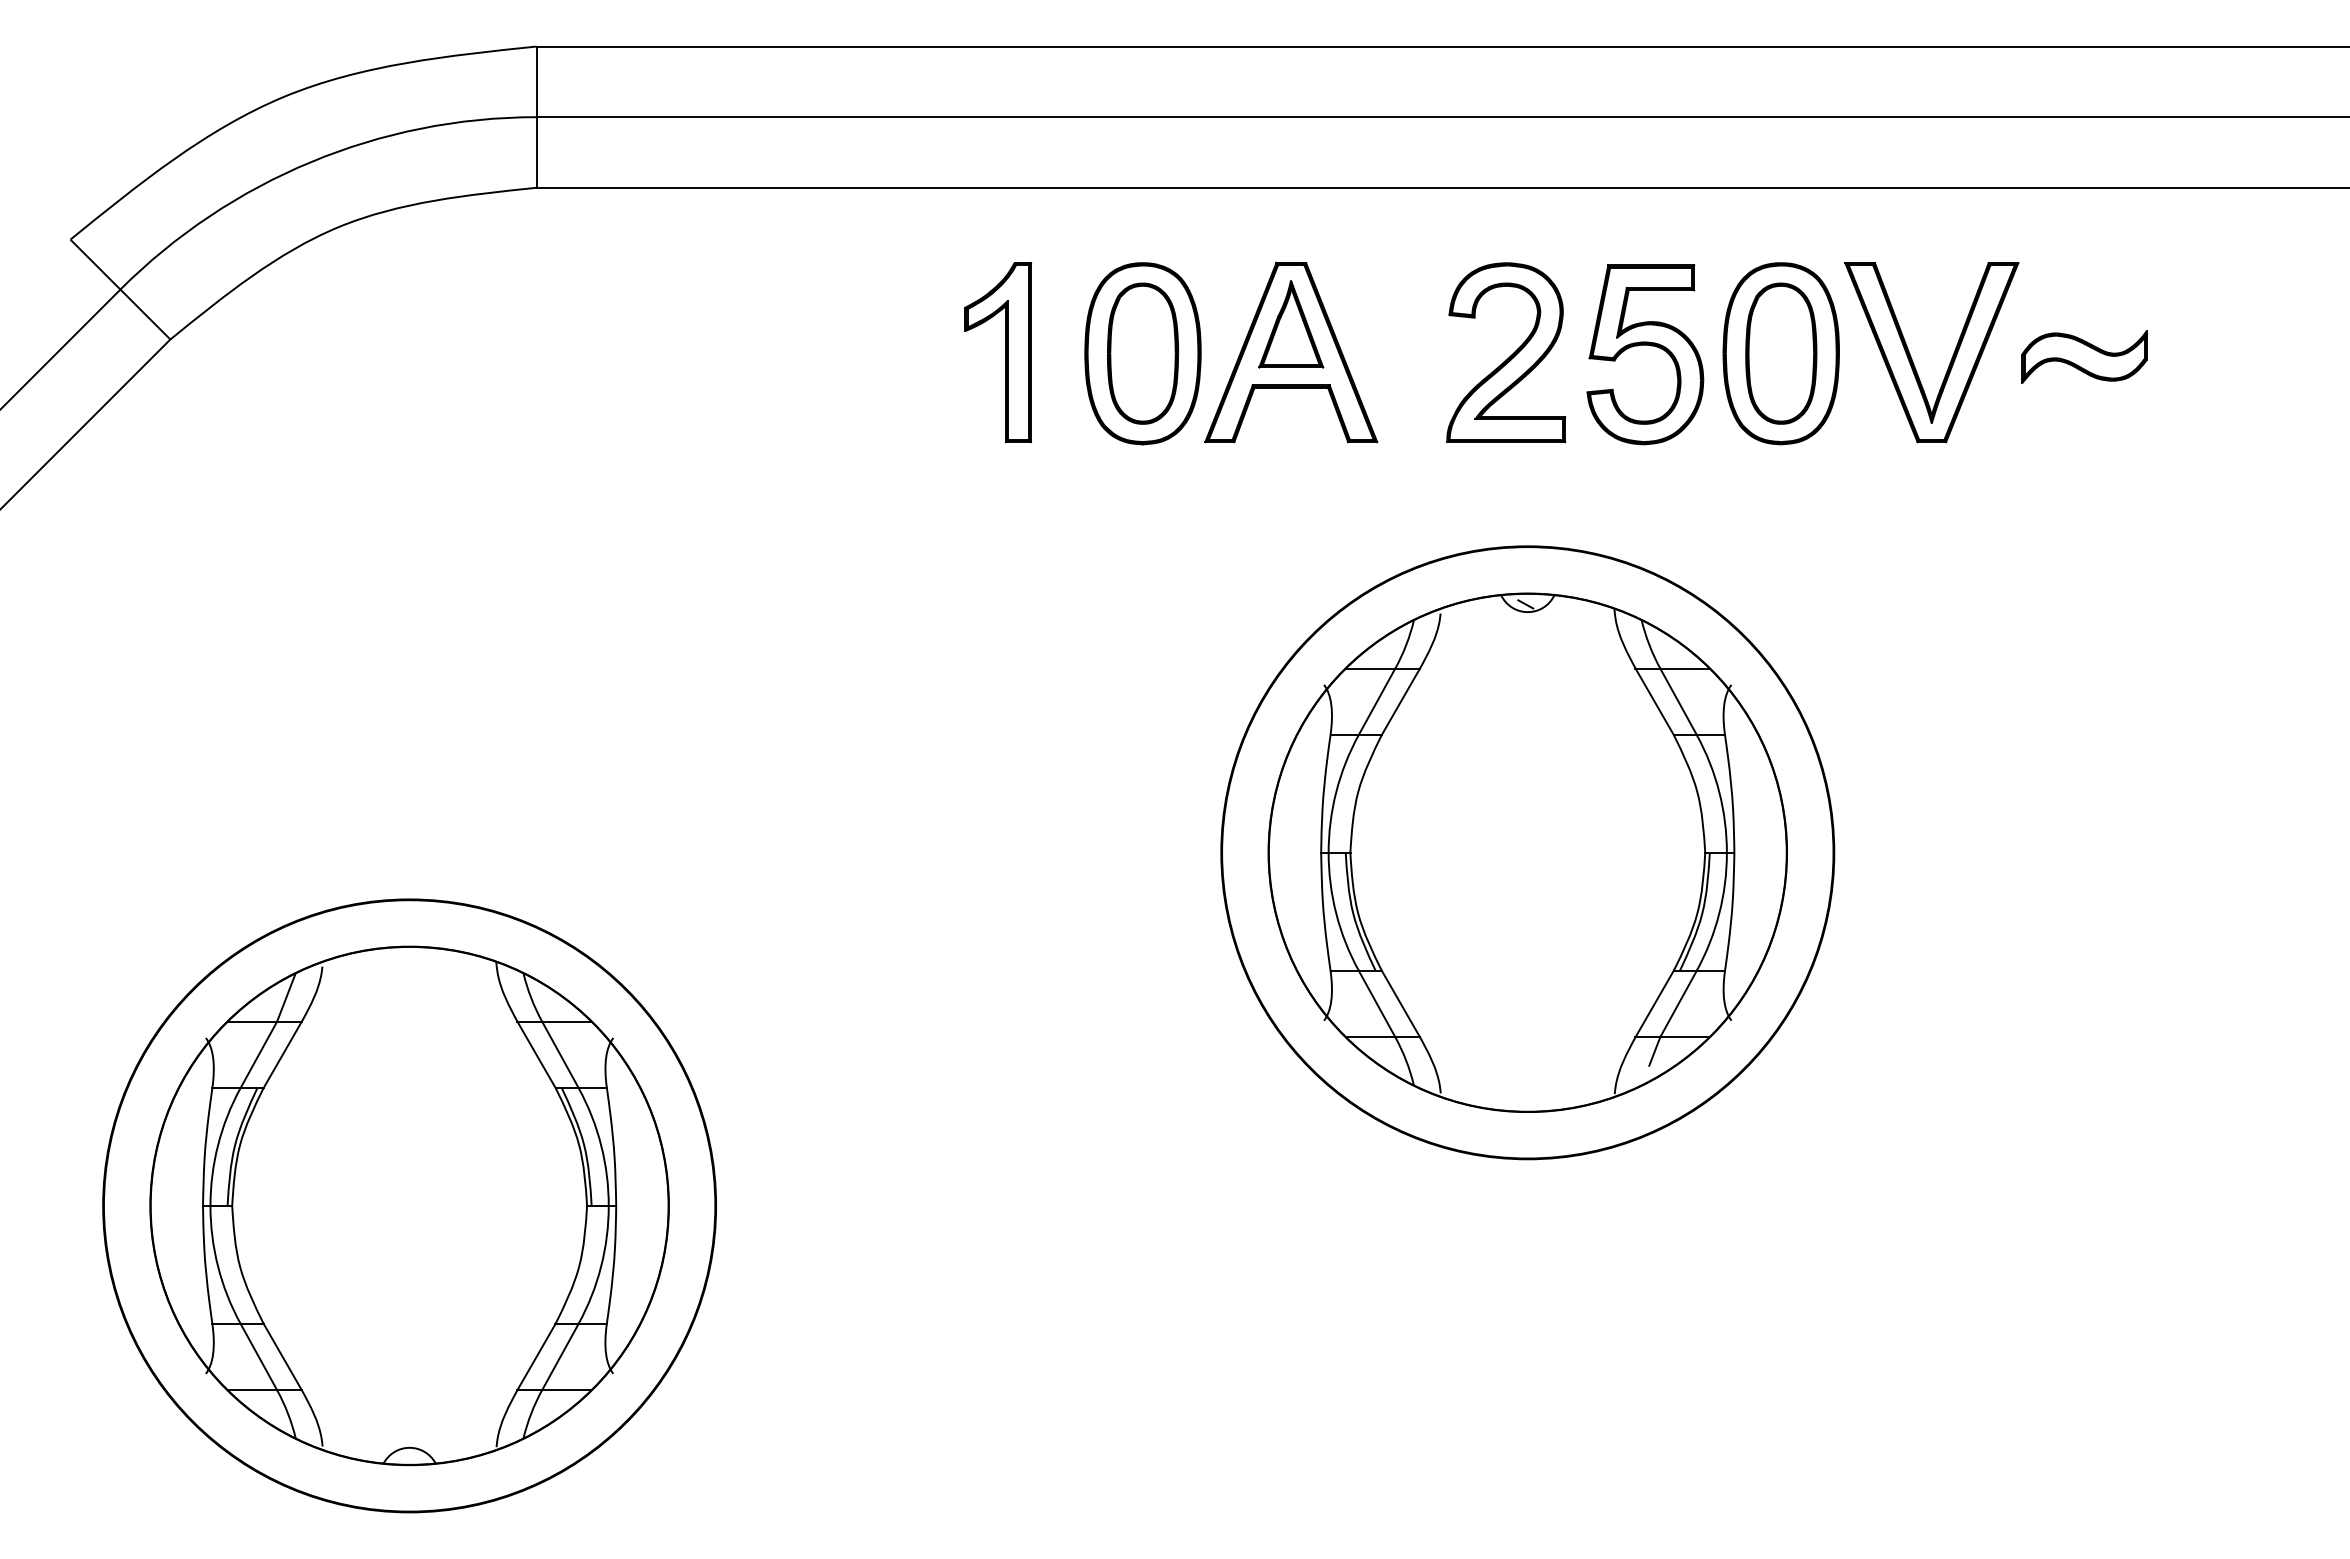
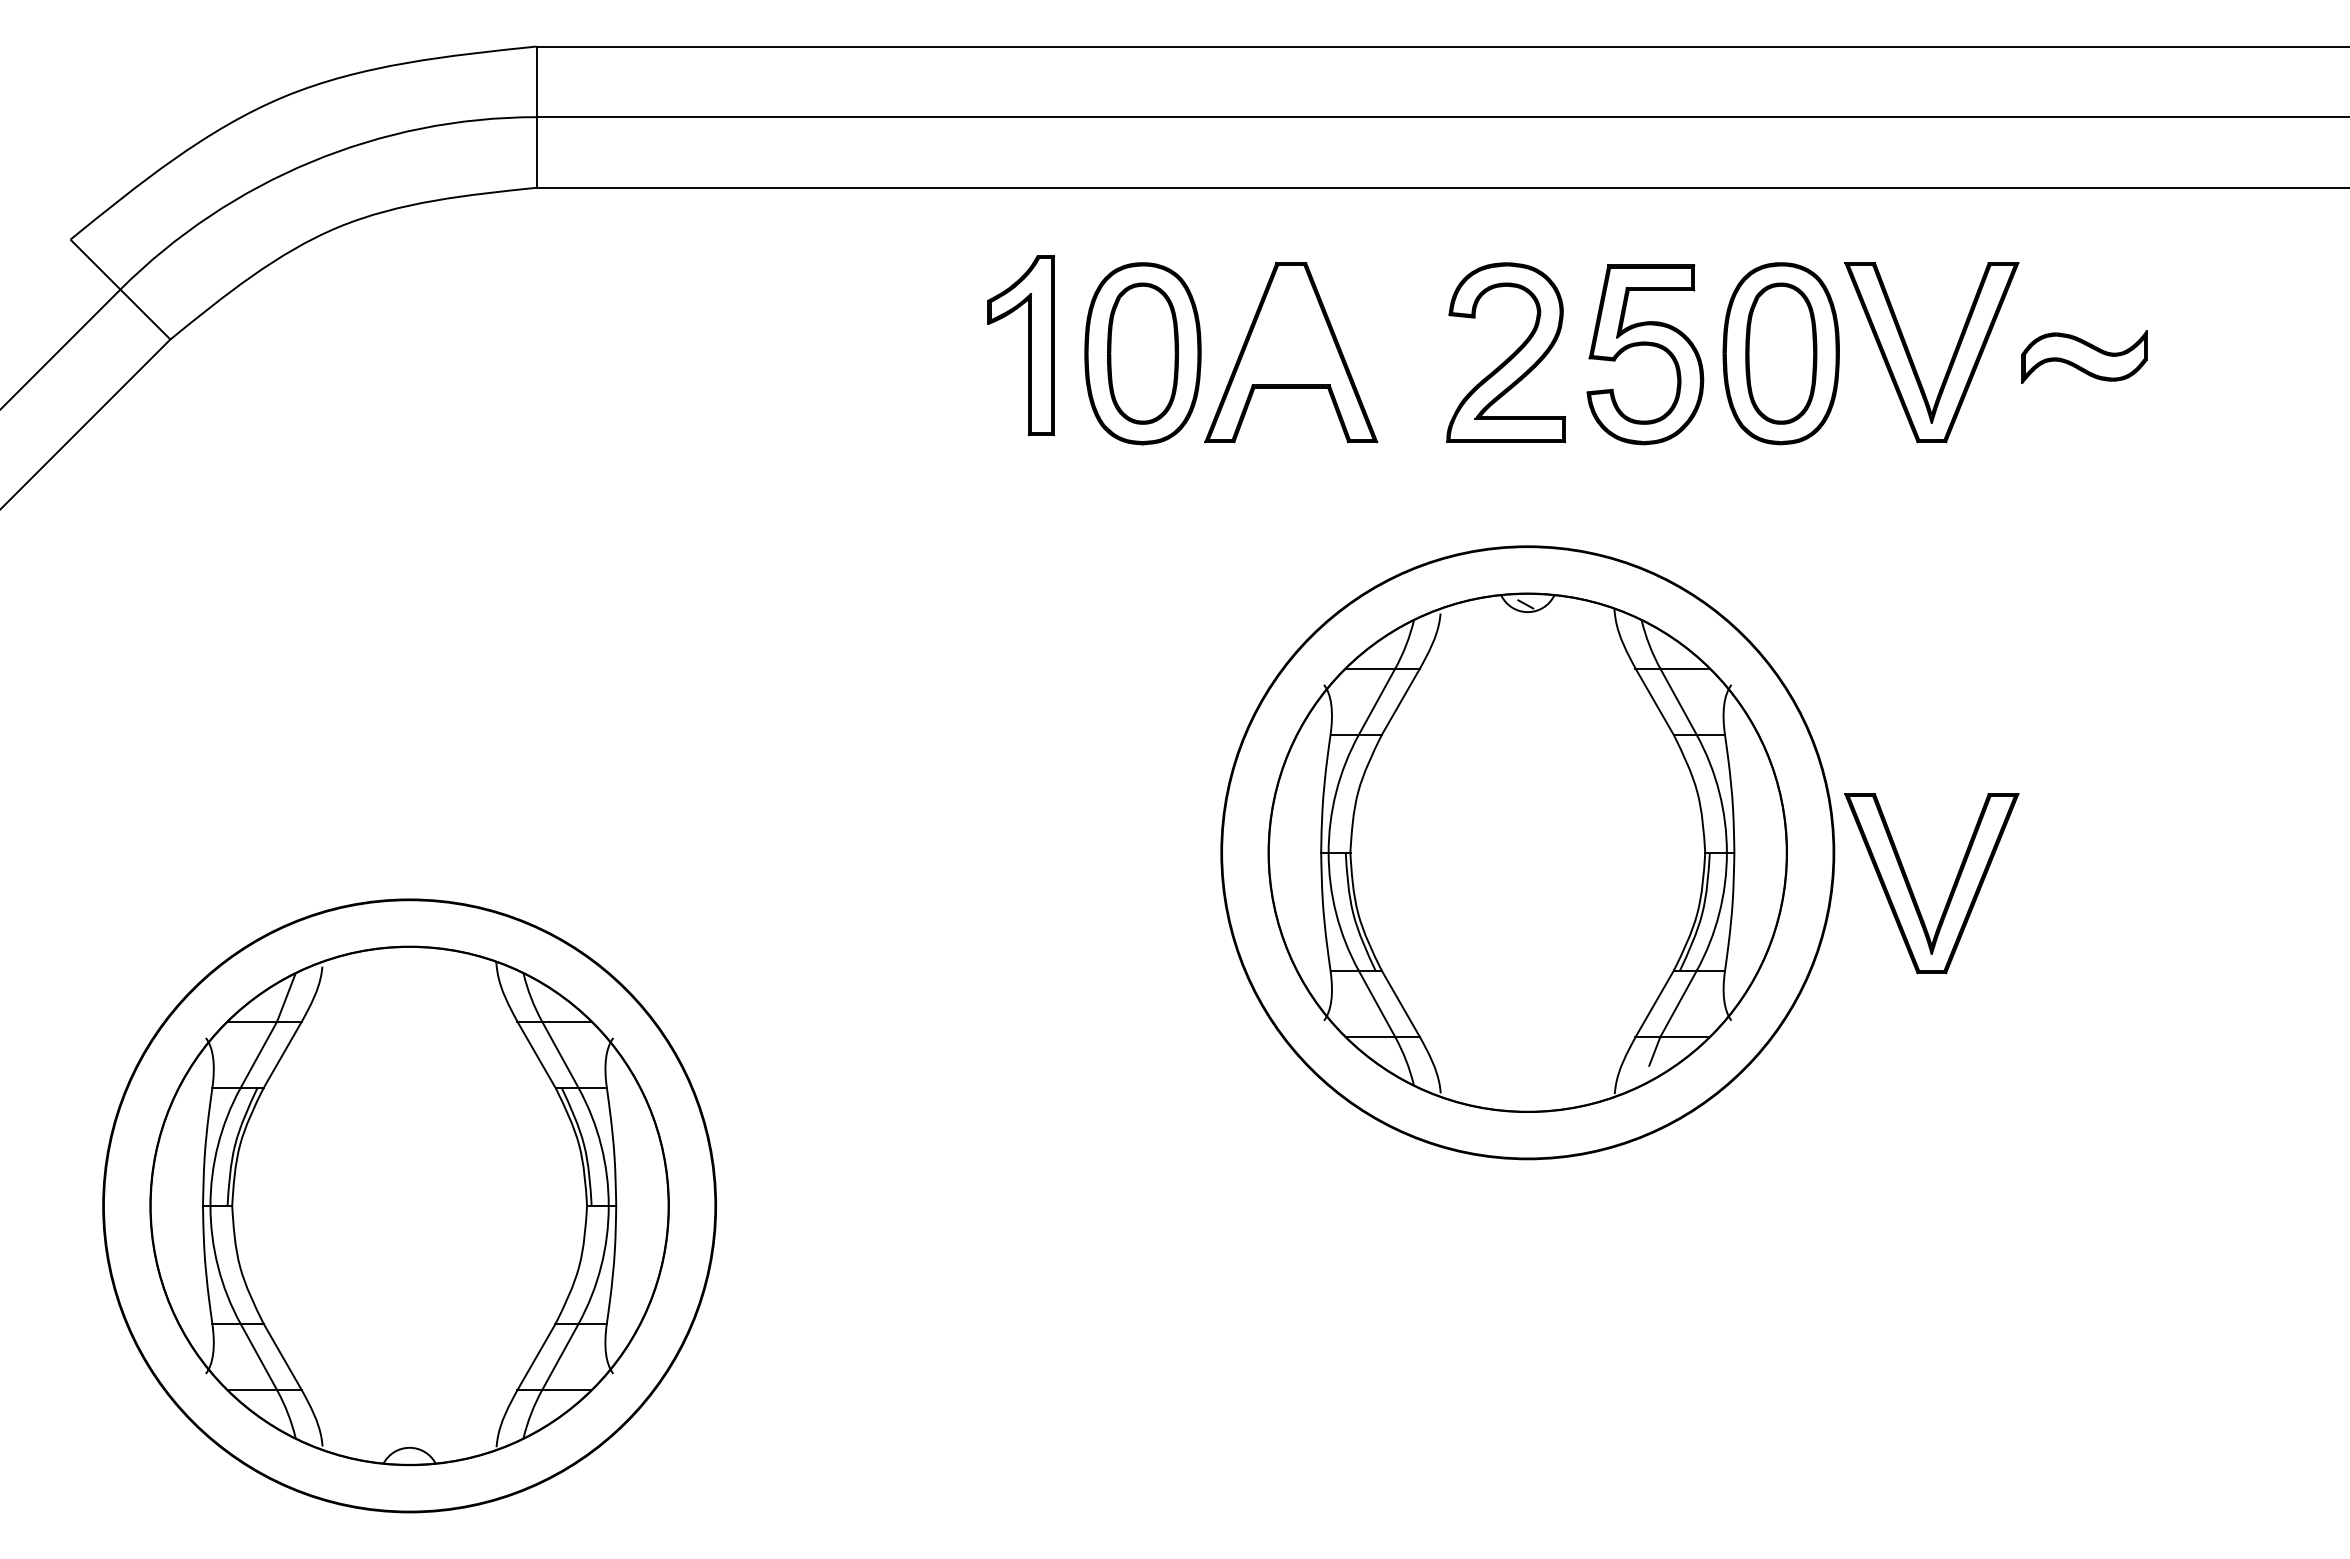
part at (1291, 324): present -> none
part at (1005, 352) position: (1005, 352) -> (1028, 345)
part at (1912, 889): none -> present
